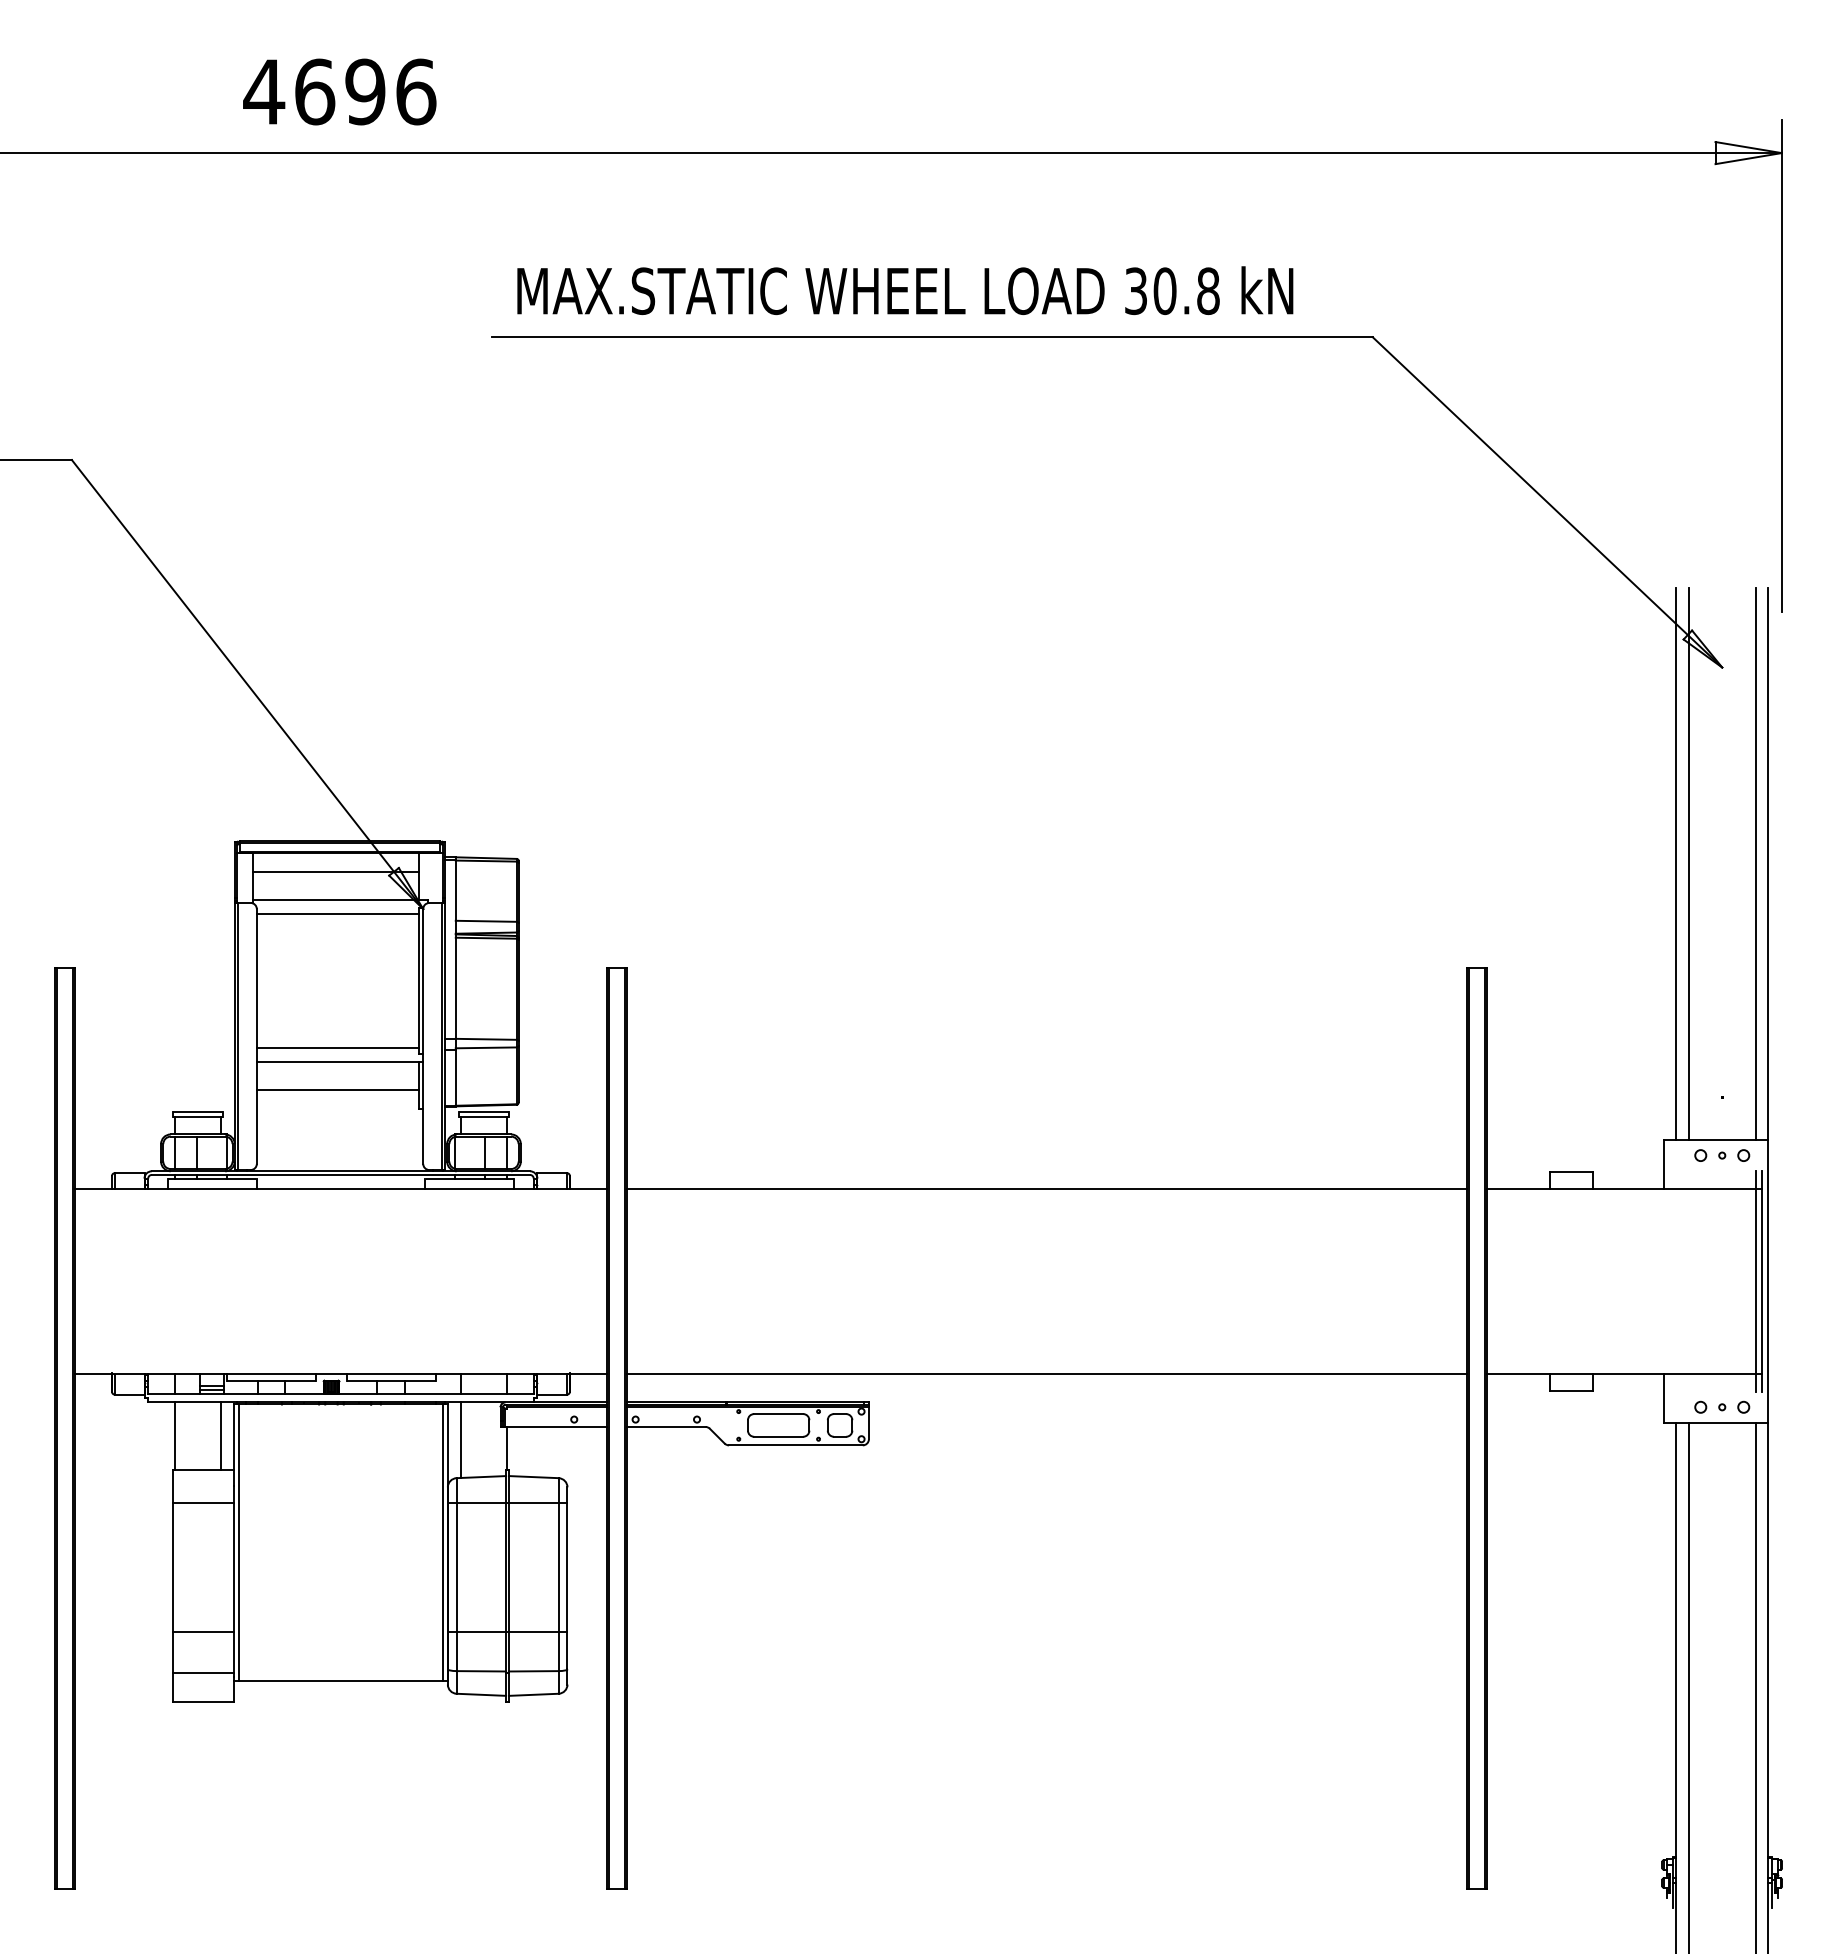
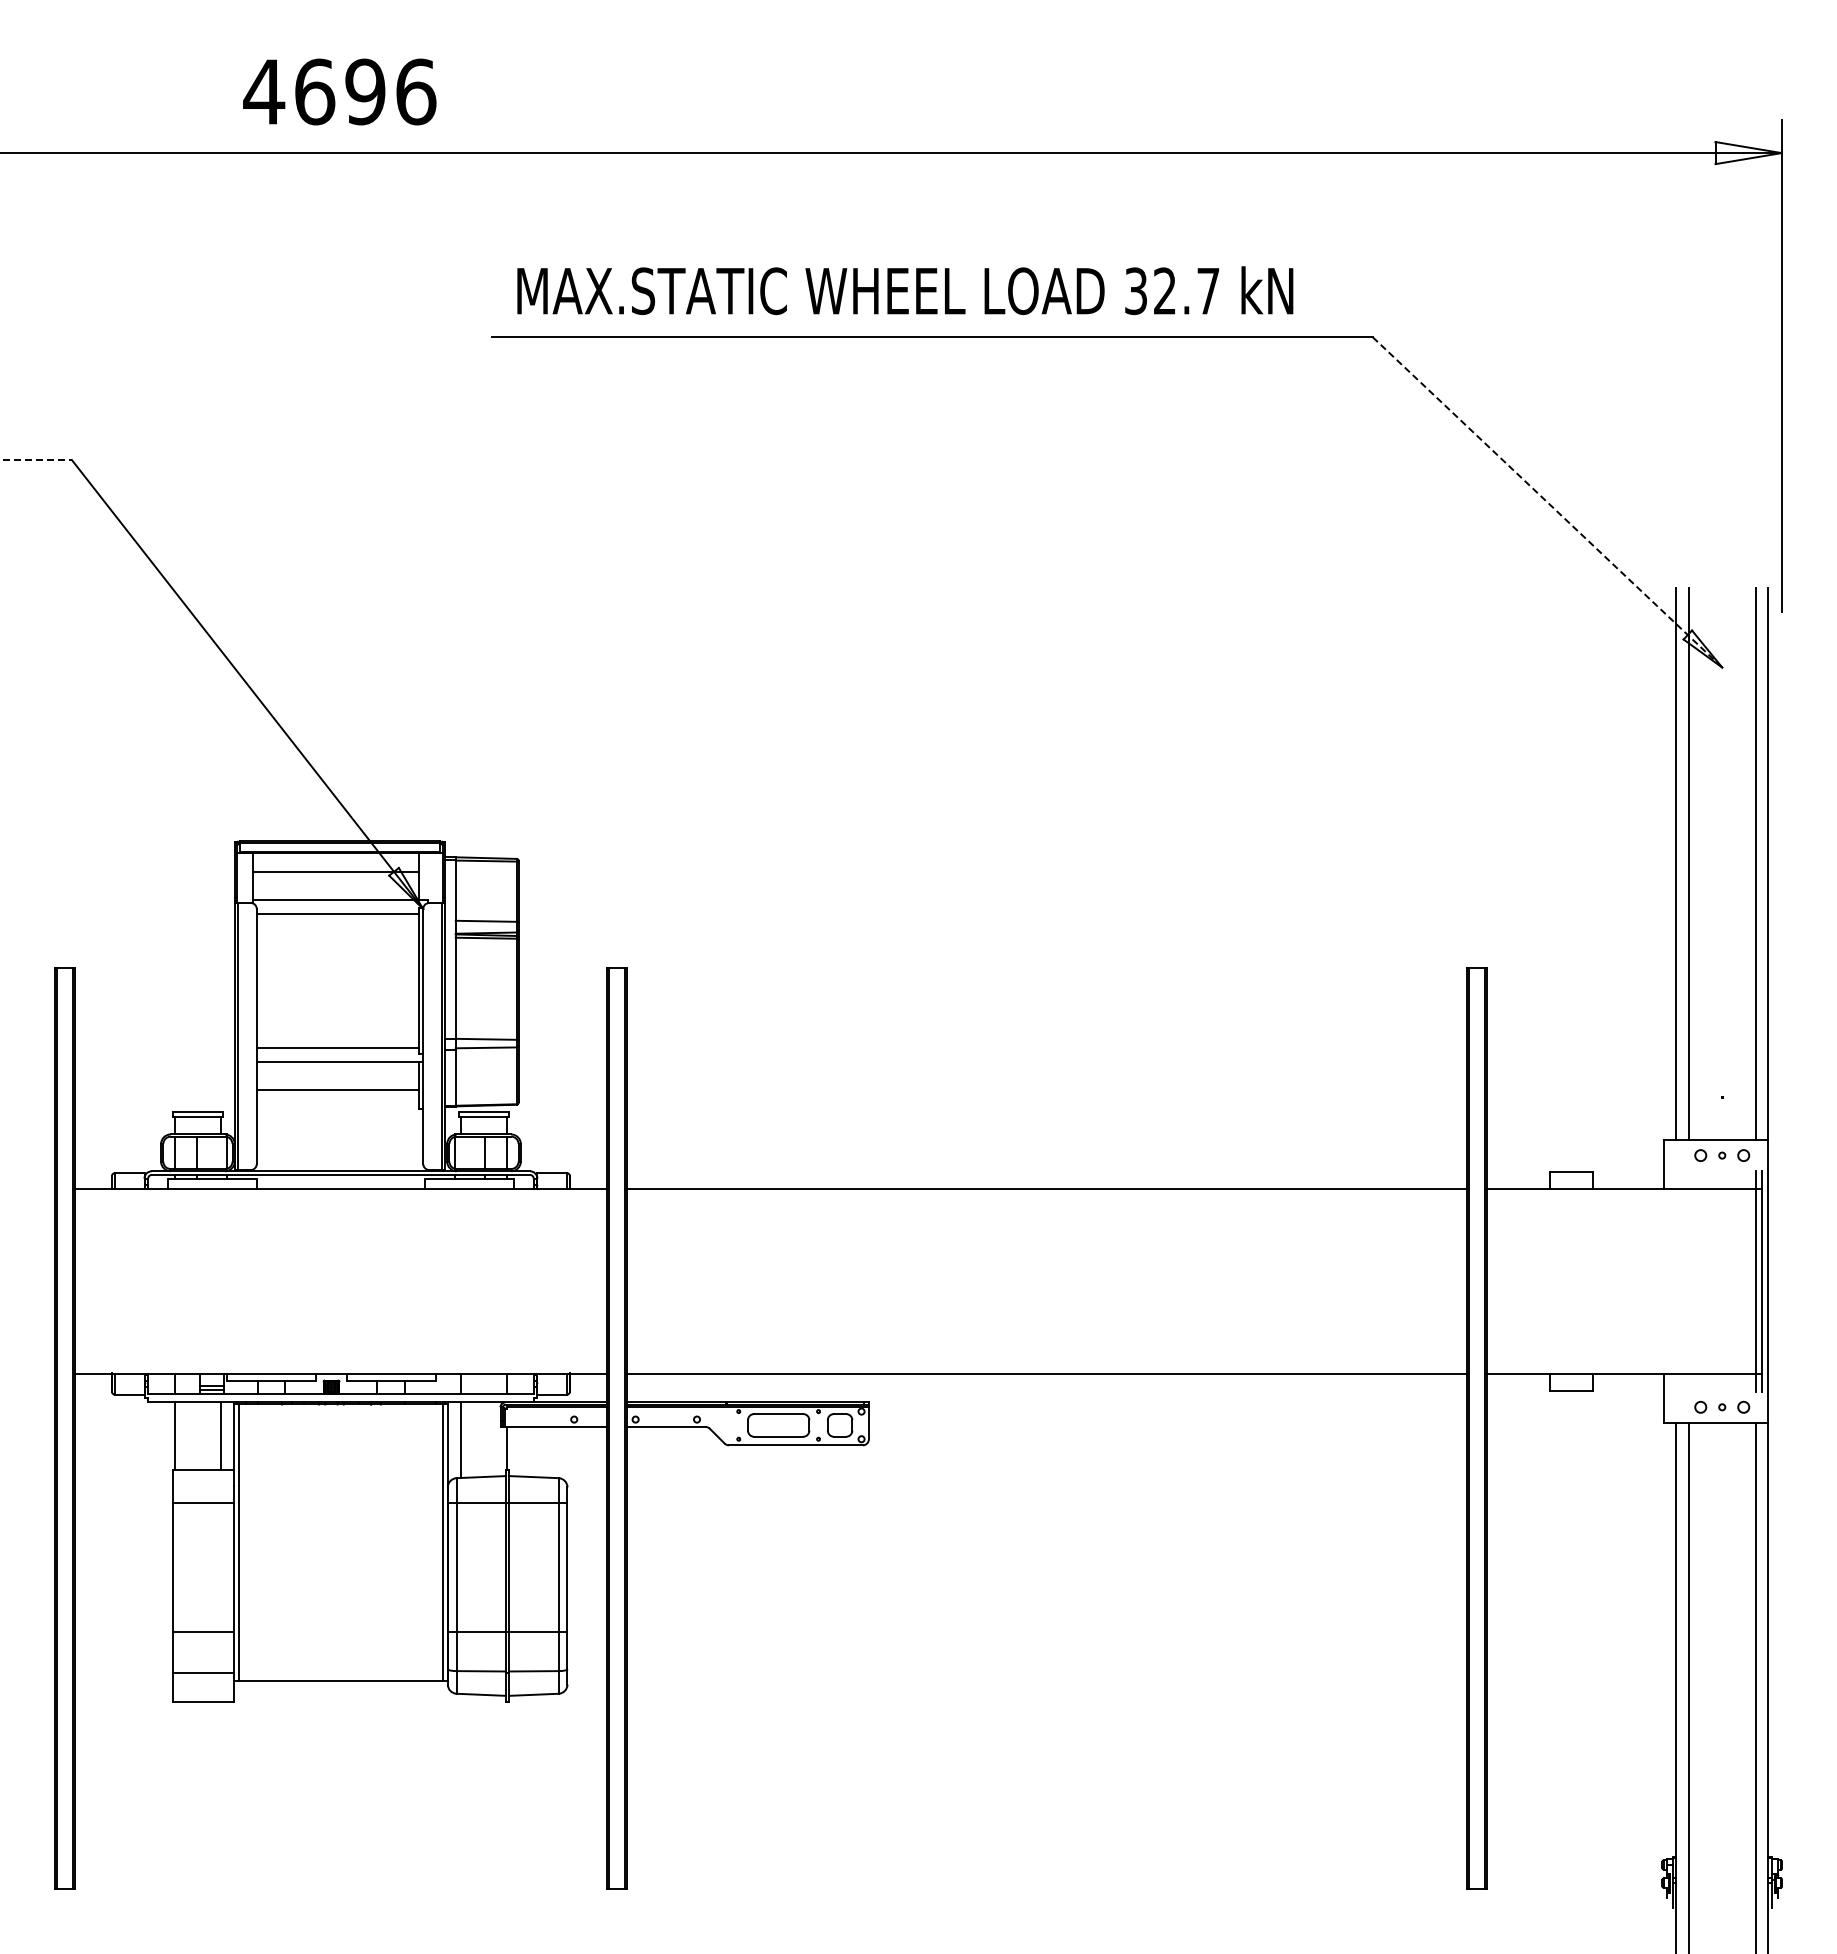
text at (1186, 291): 30.8 -> 32.7
line at (36, 460): solid -> dashed
line at (1547, 502): solid -> dashed
